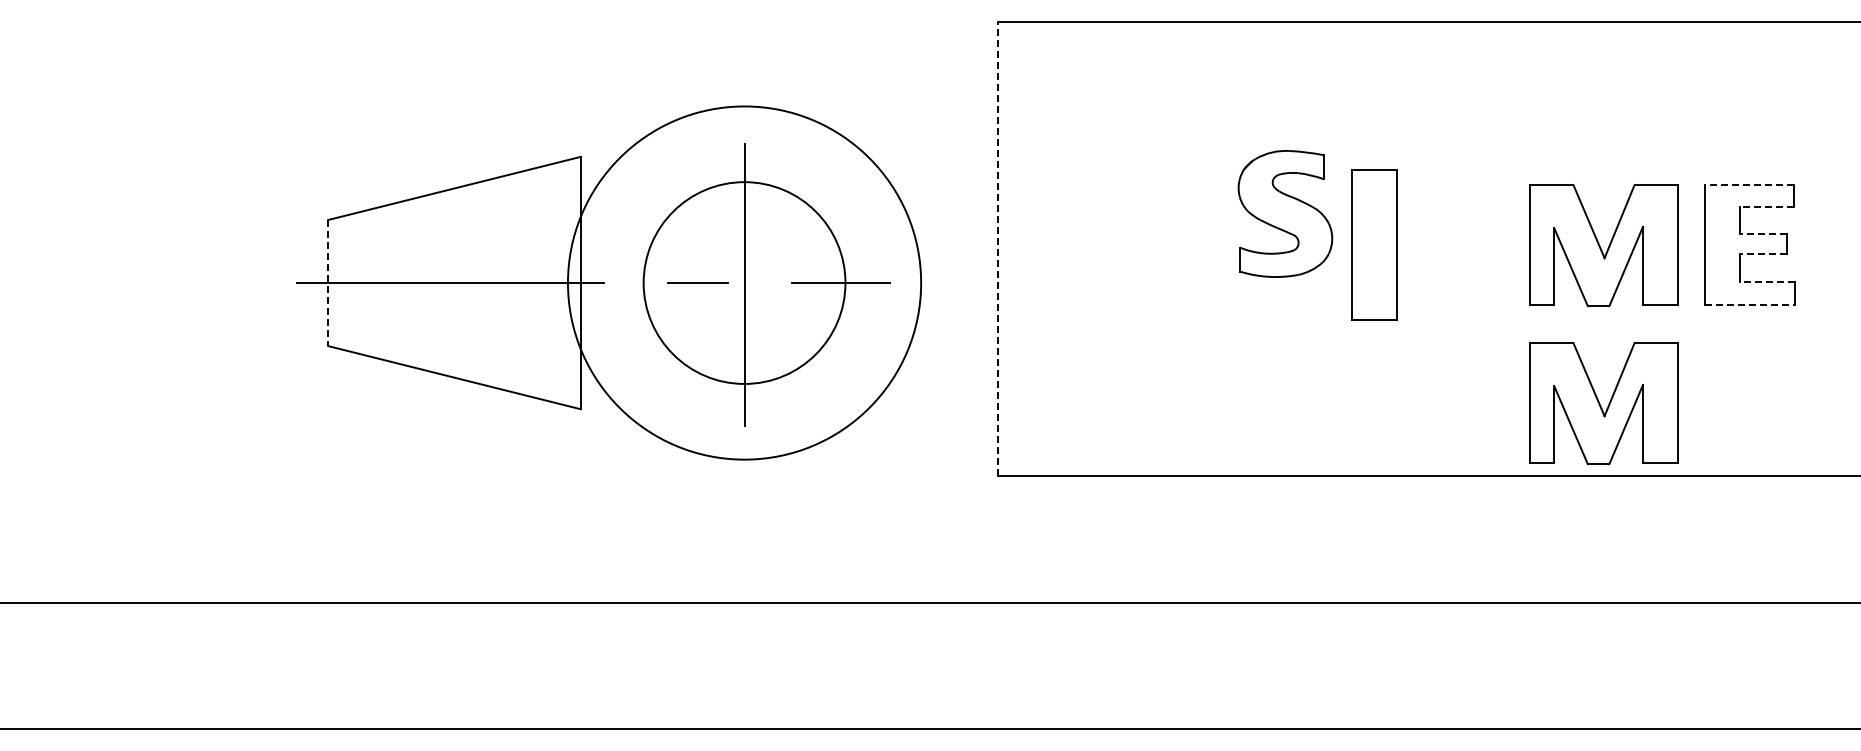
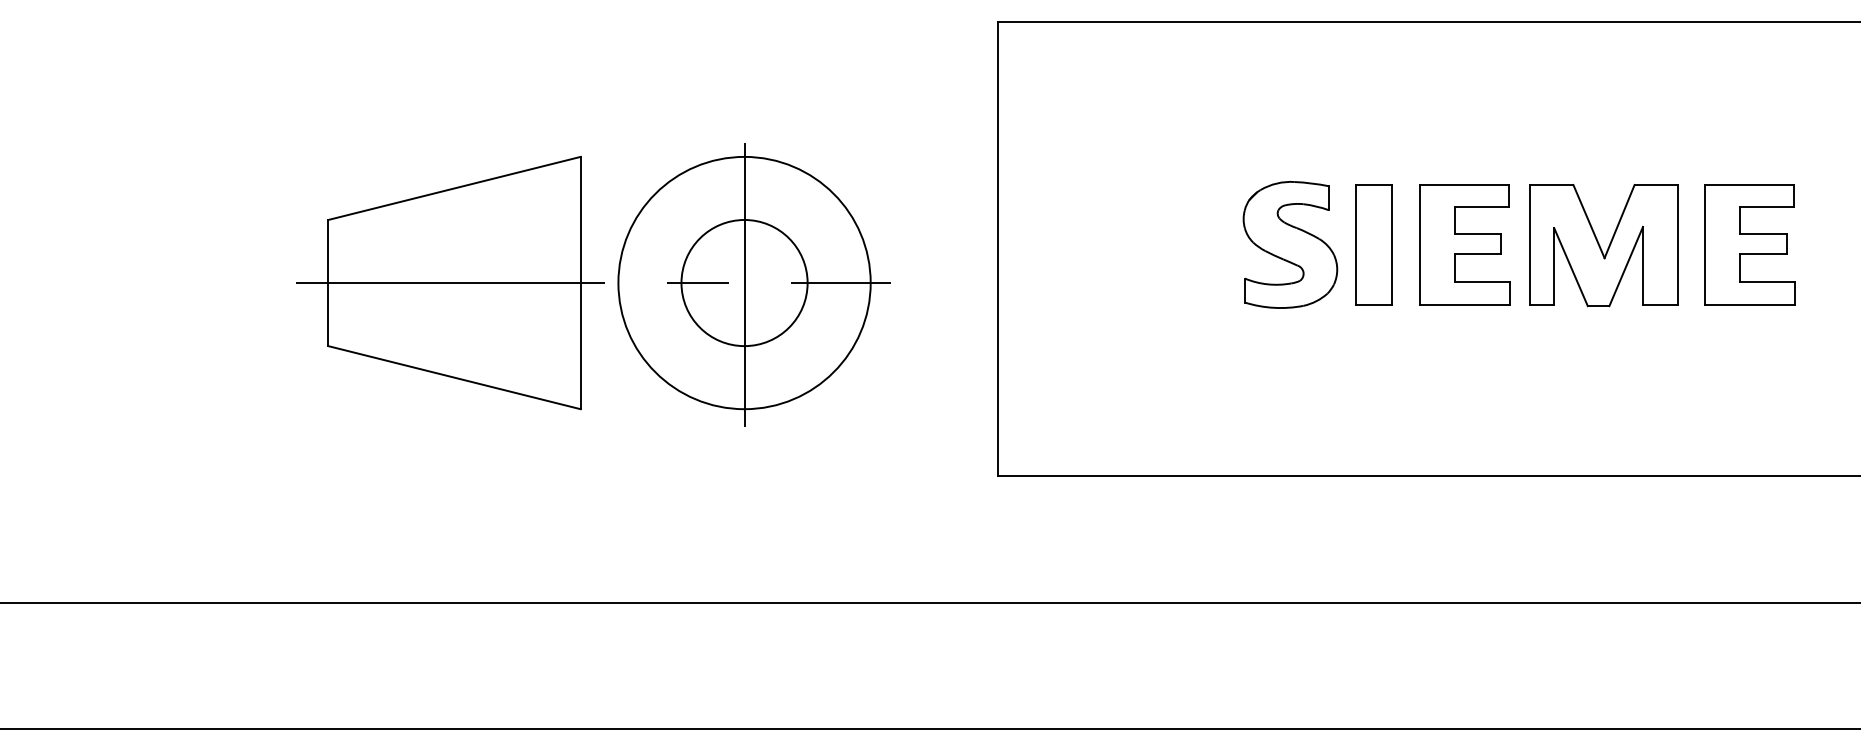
line at (1749, 185): dashed -> solid
line at (1767, 207): dashed -> solid
part at (1285, 213) position: (1285, 213) -> (1290, 244)
line at (1763, 234): dashed -> solid
part at (1374, 244) size: 47x152 px -> 38x122 px
part at (1464, 244): none -> present
line at (997, 248): dashed -> solid
line at (1763, 253): dashed -> solid
circle at (744, 282) diameter: 202 px -> 126 px
circle at (744, 282) diameter: 353 px -> 252 px
line at (1767, 282): dashed -> solid
line at (328, 283): dashed -> solid
line at (1750, 304): dashed -> solid
part at (1603, 403): present -> none
